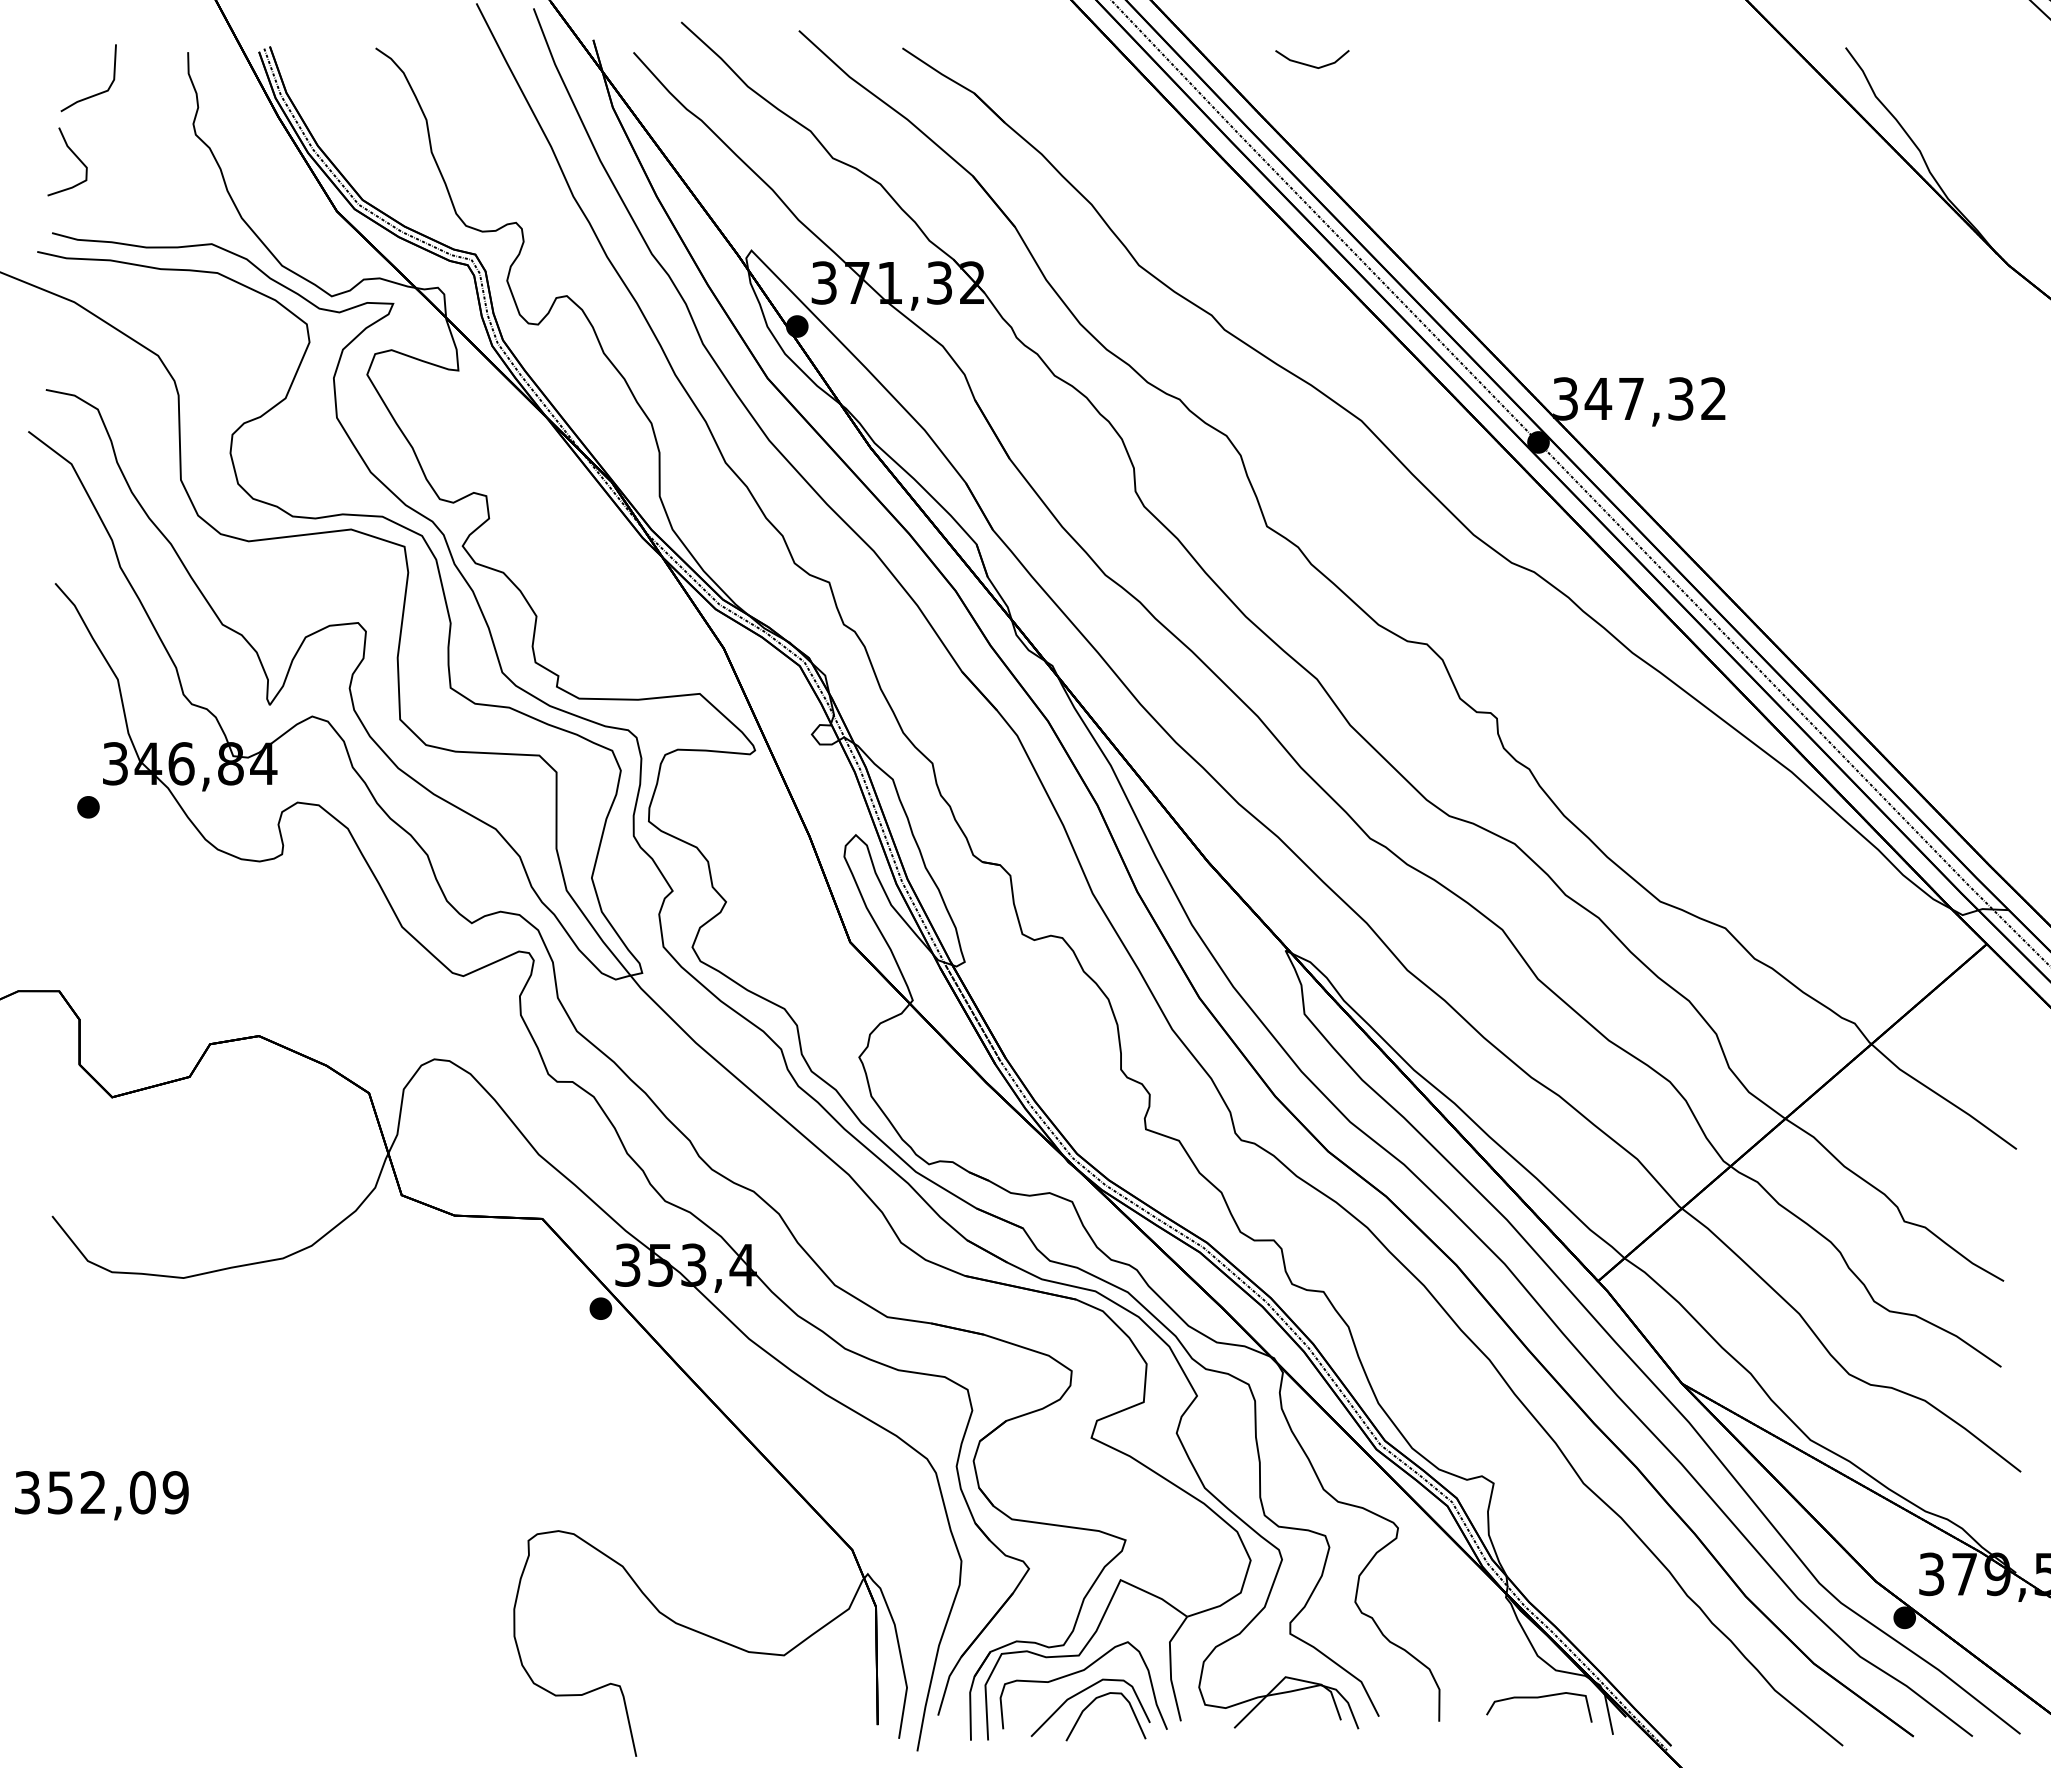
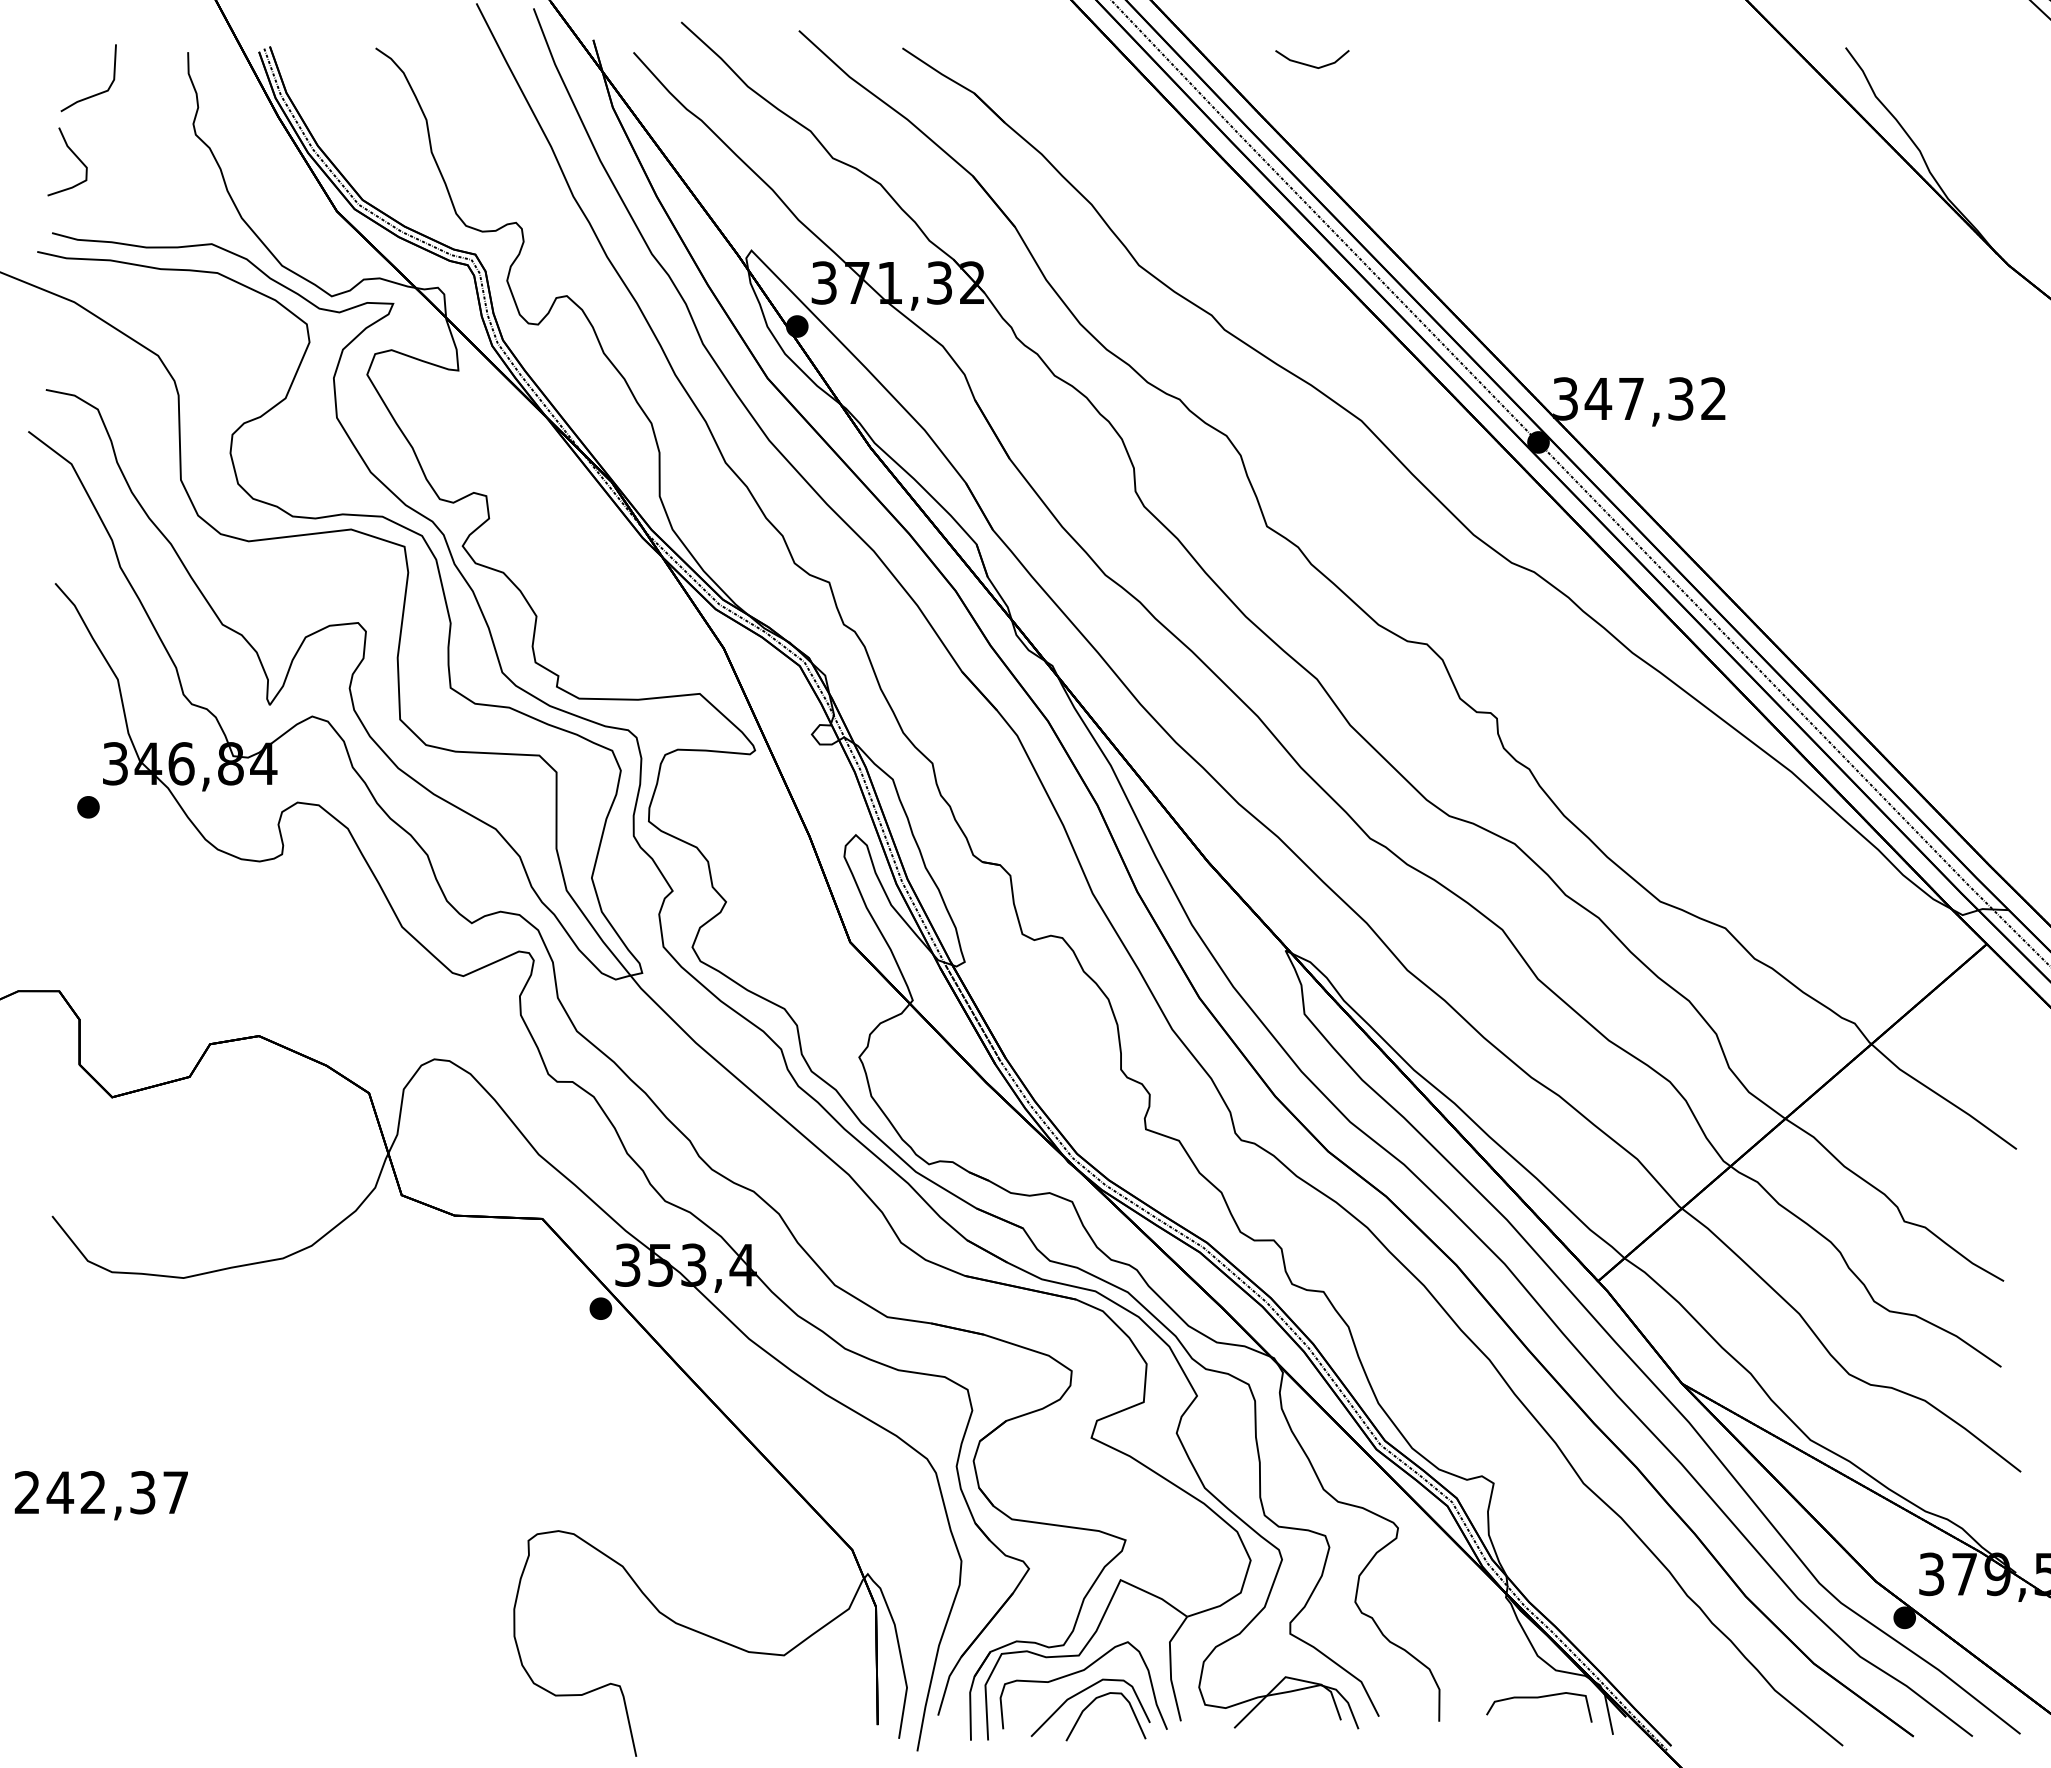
text at (101, 1492): 352,09 -> 242,37
